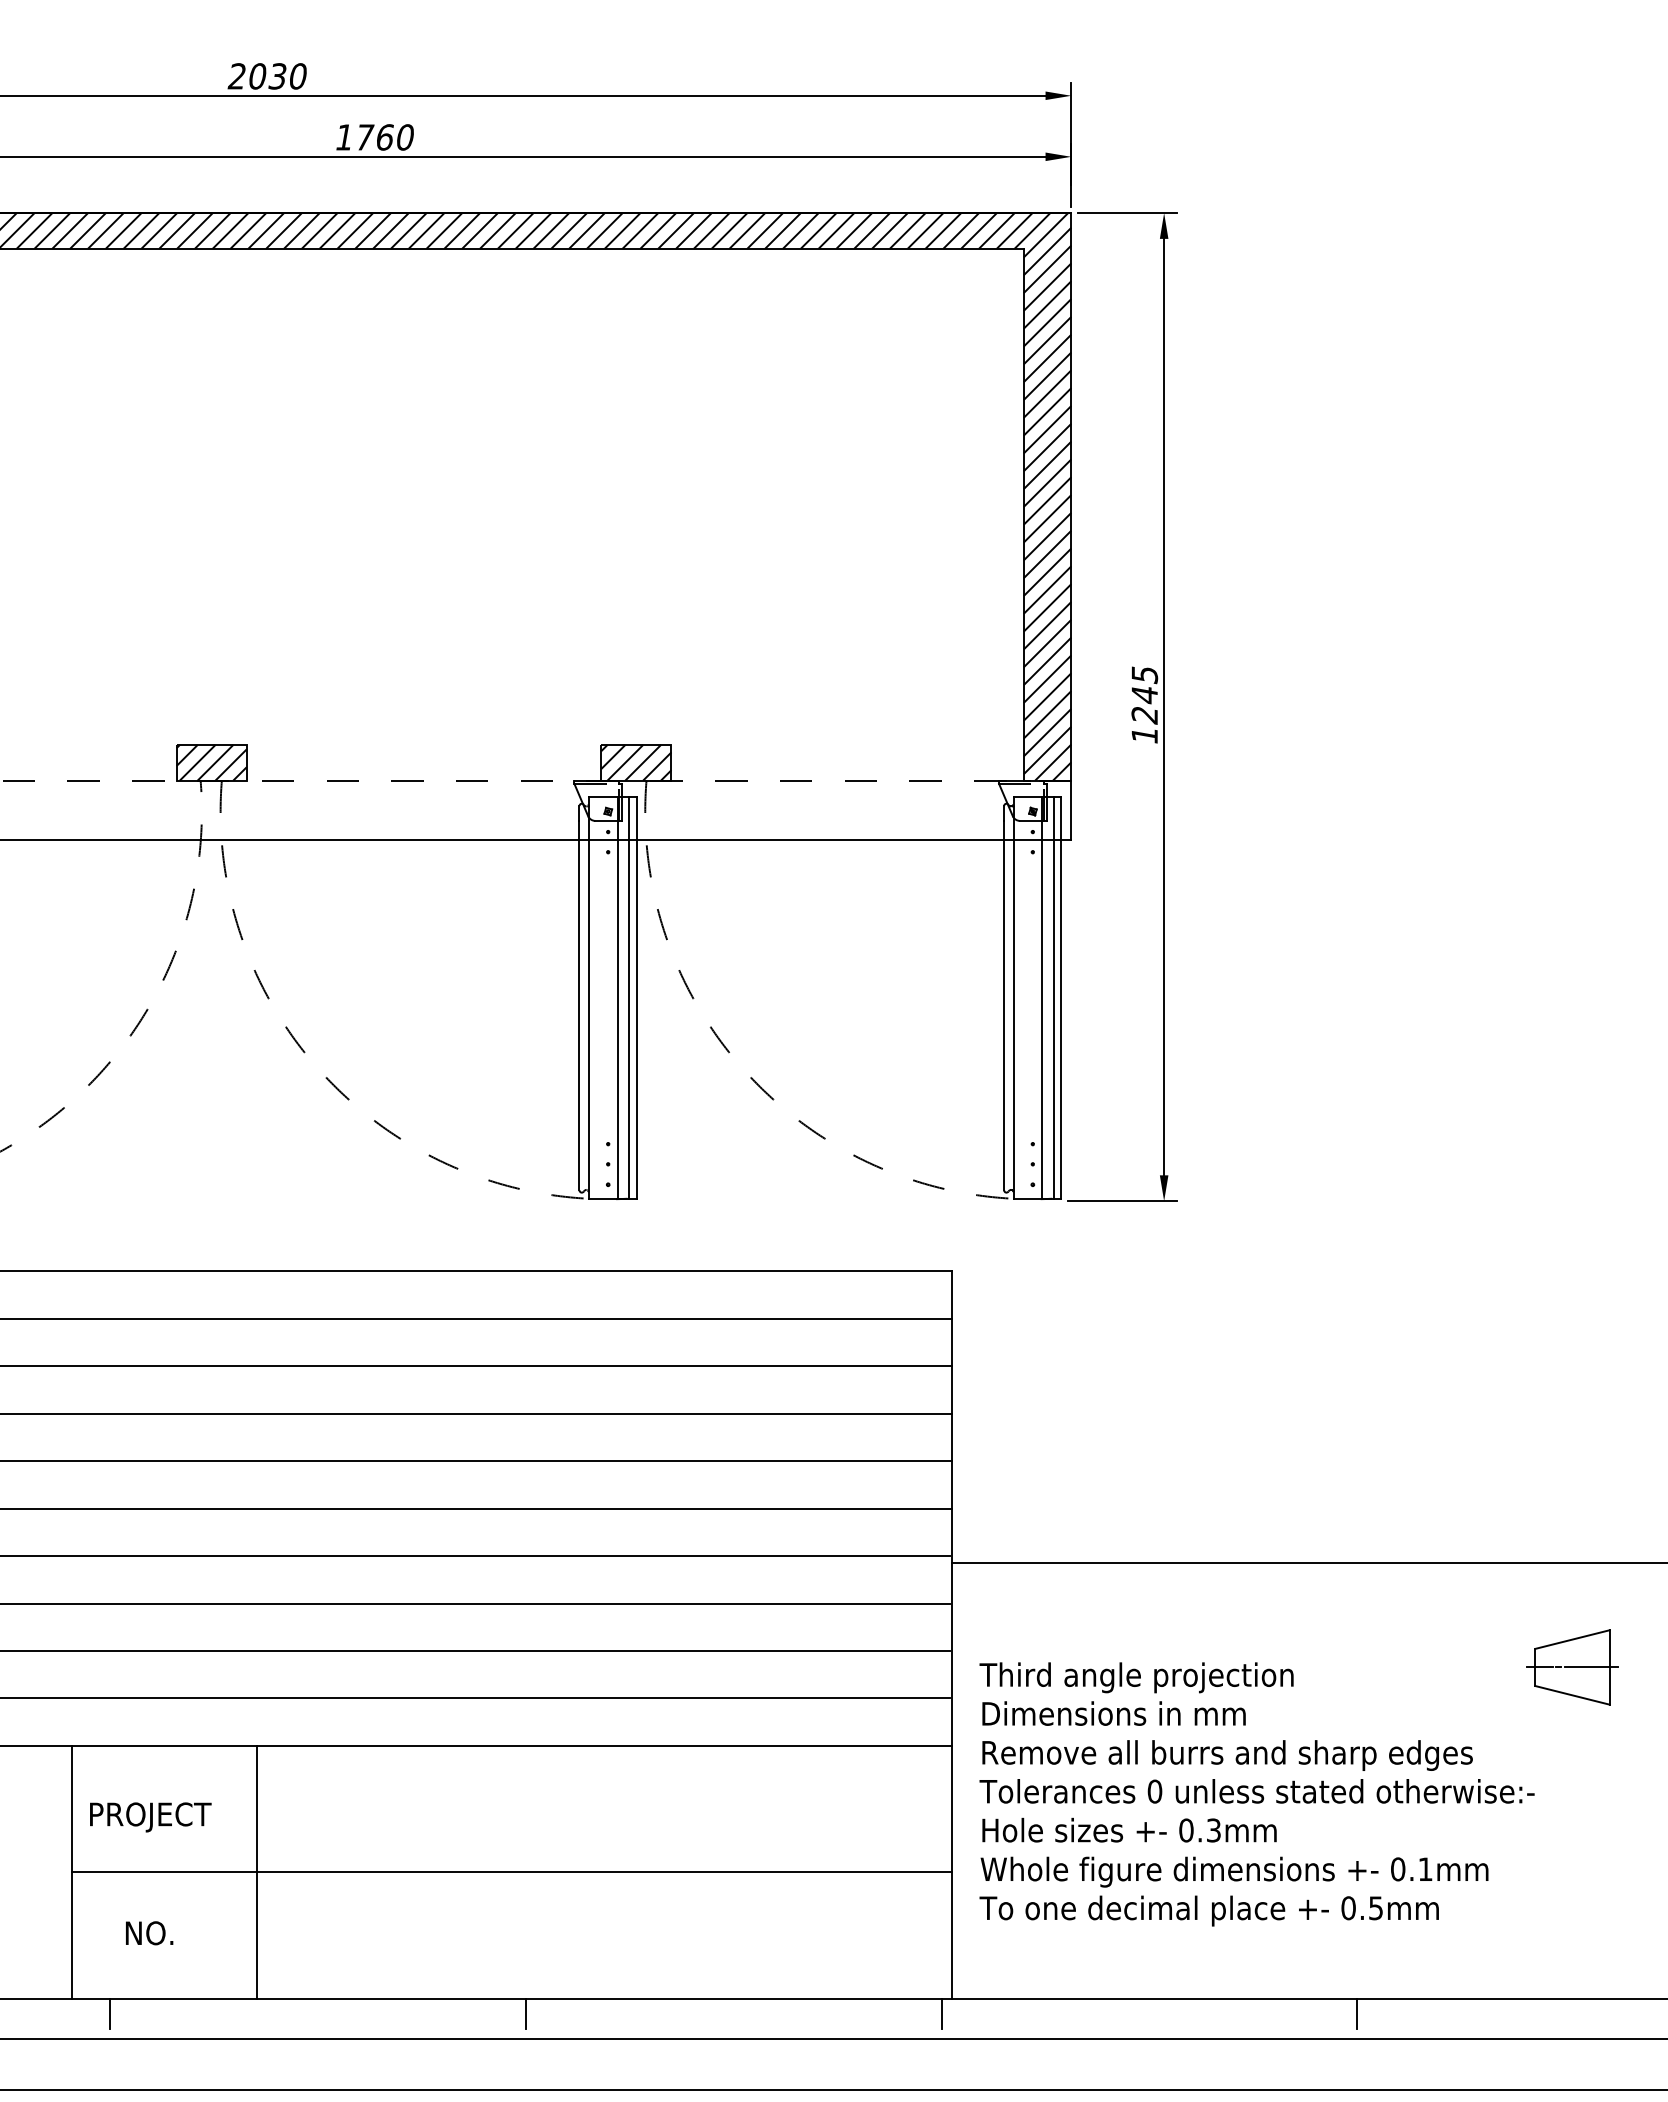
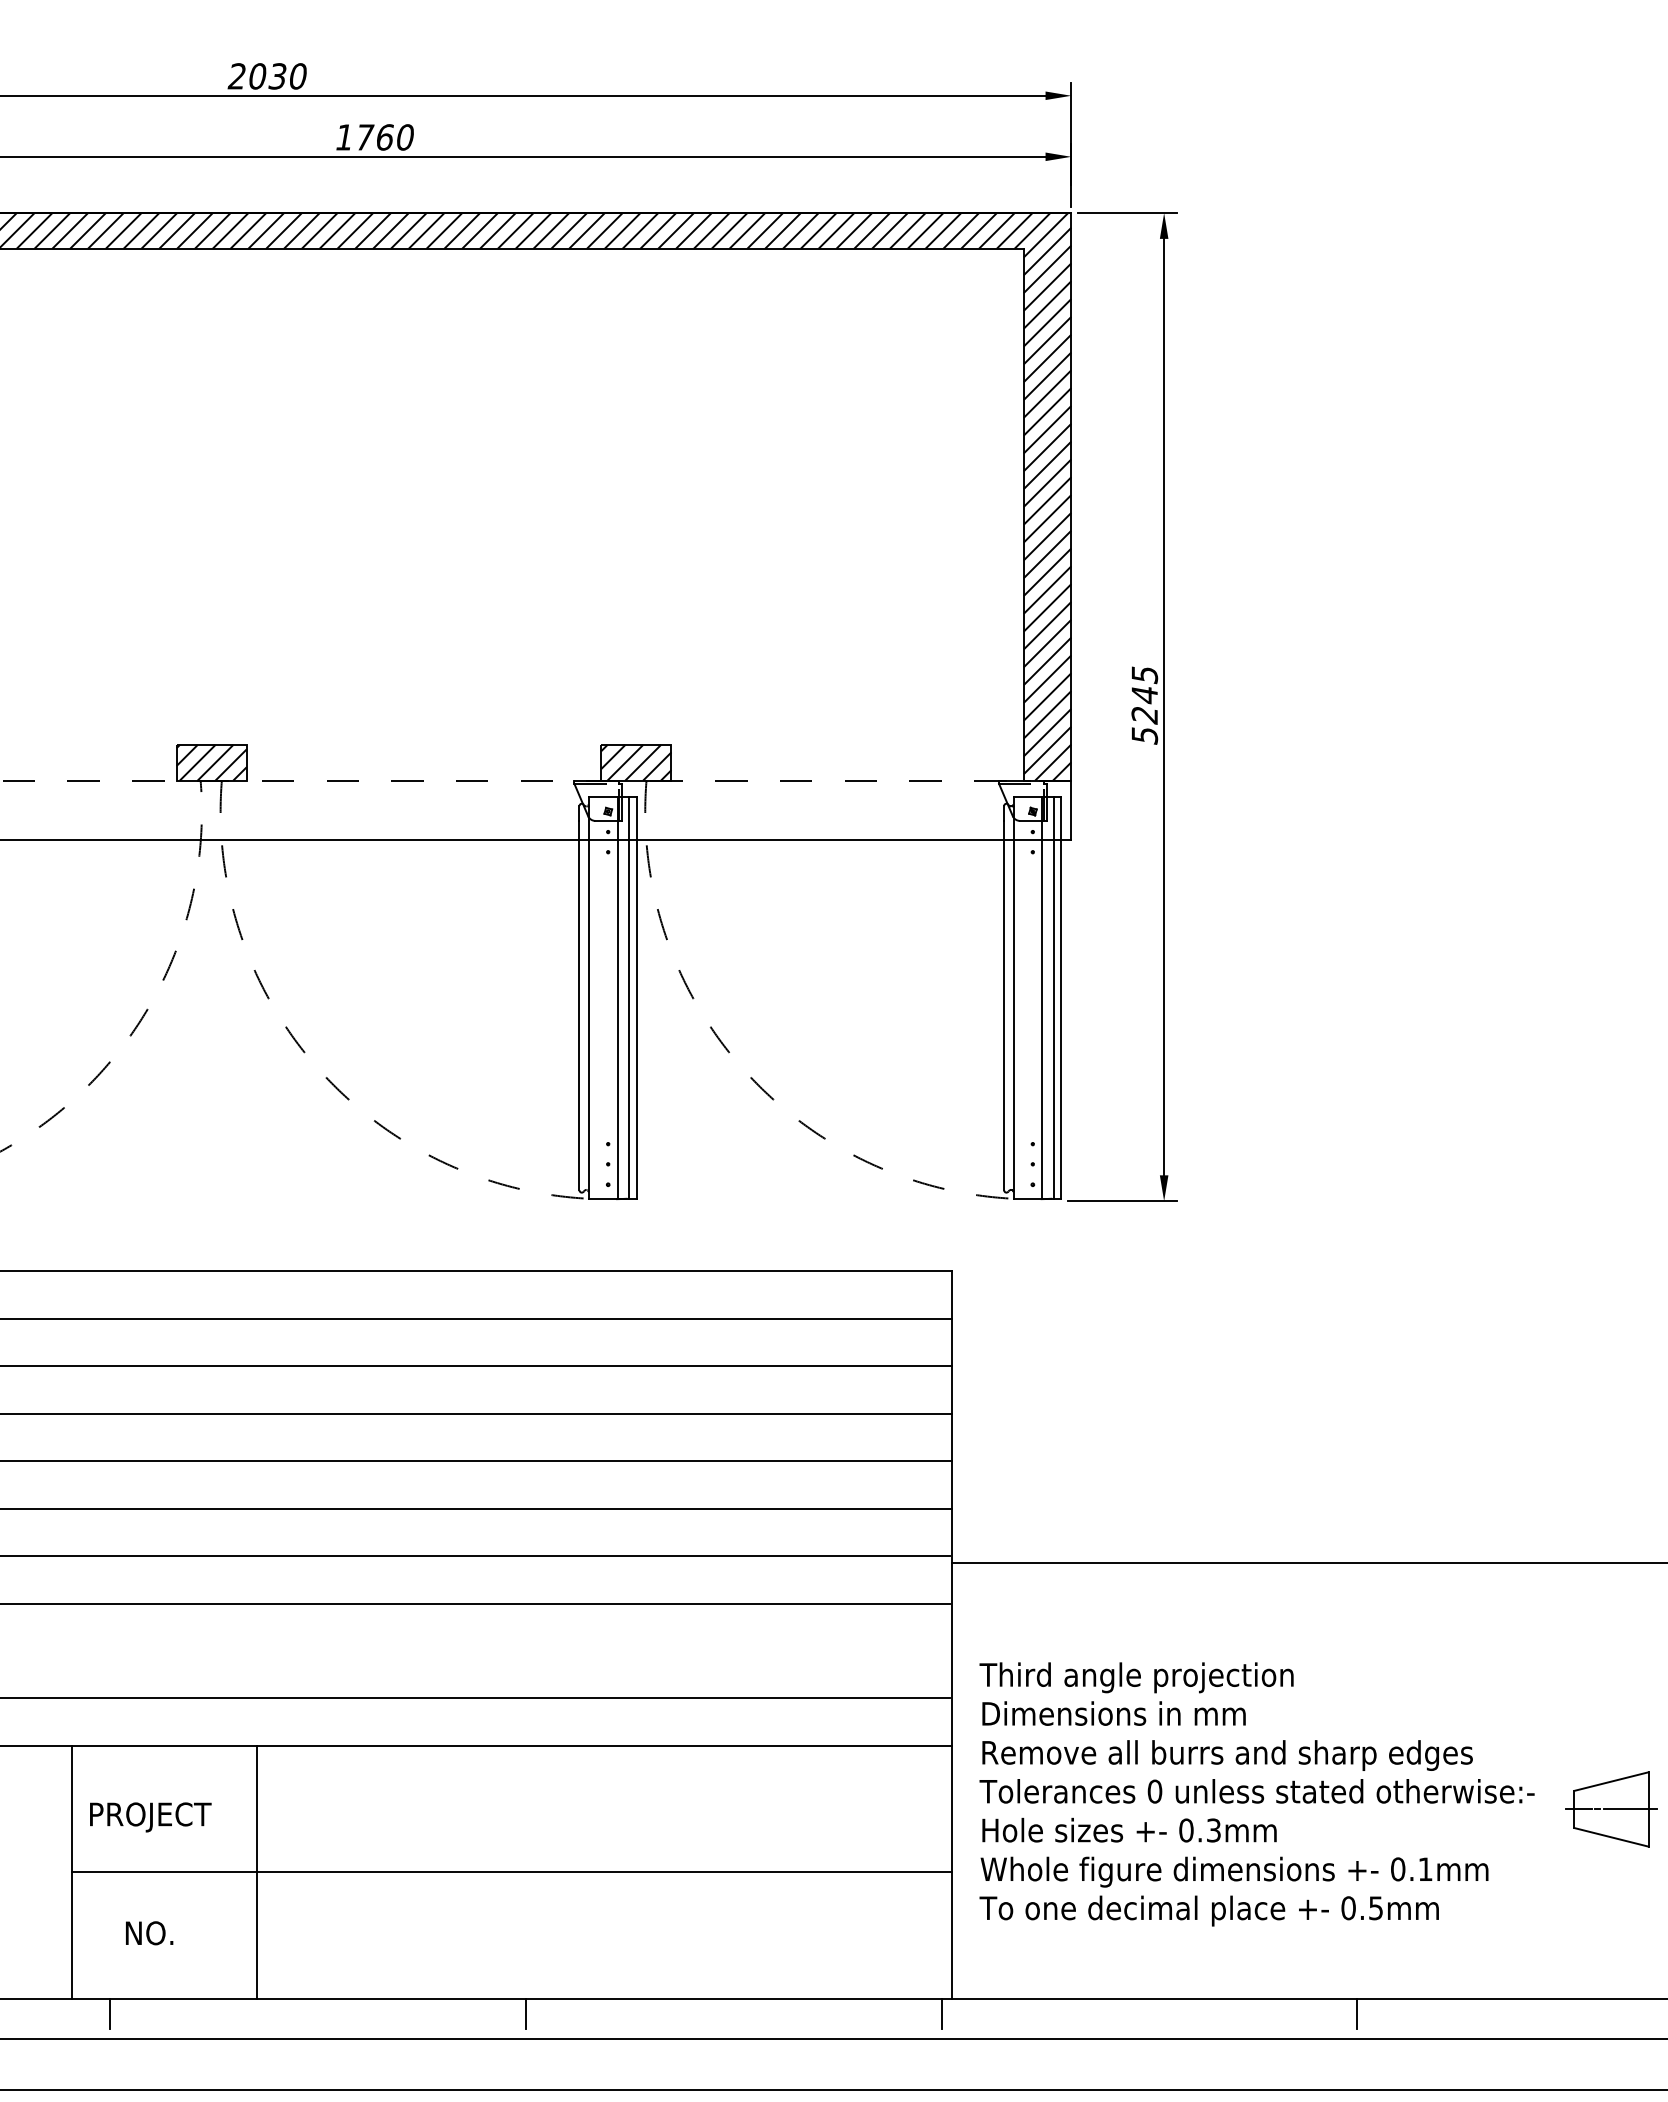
text at (1144, 735): 1245 -> 5245
line at (476, 1651): present -> none
part at (1572, 1667) position: (1572, 1667) -> (1611, 1809)
